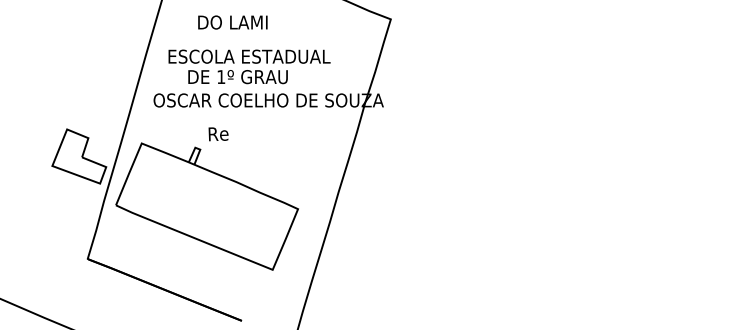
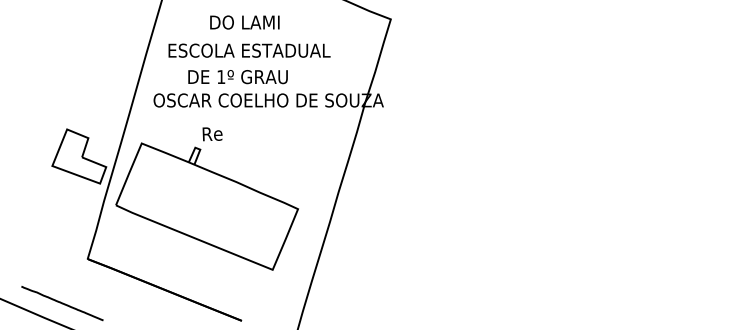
text at (232, 22) position: (232, 22) -> (244, 22)
text at (249, 56) position: (249, 56) -> (249, 50)
text at (218, 134) position: (218, 134) -> (212, 134)
line at (62, 303): none -> present
